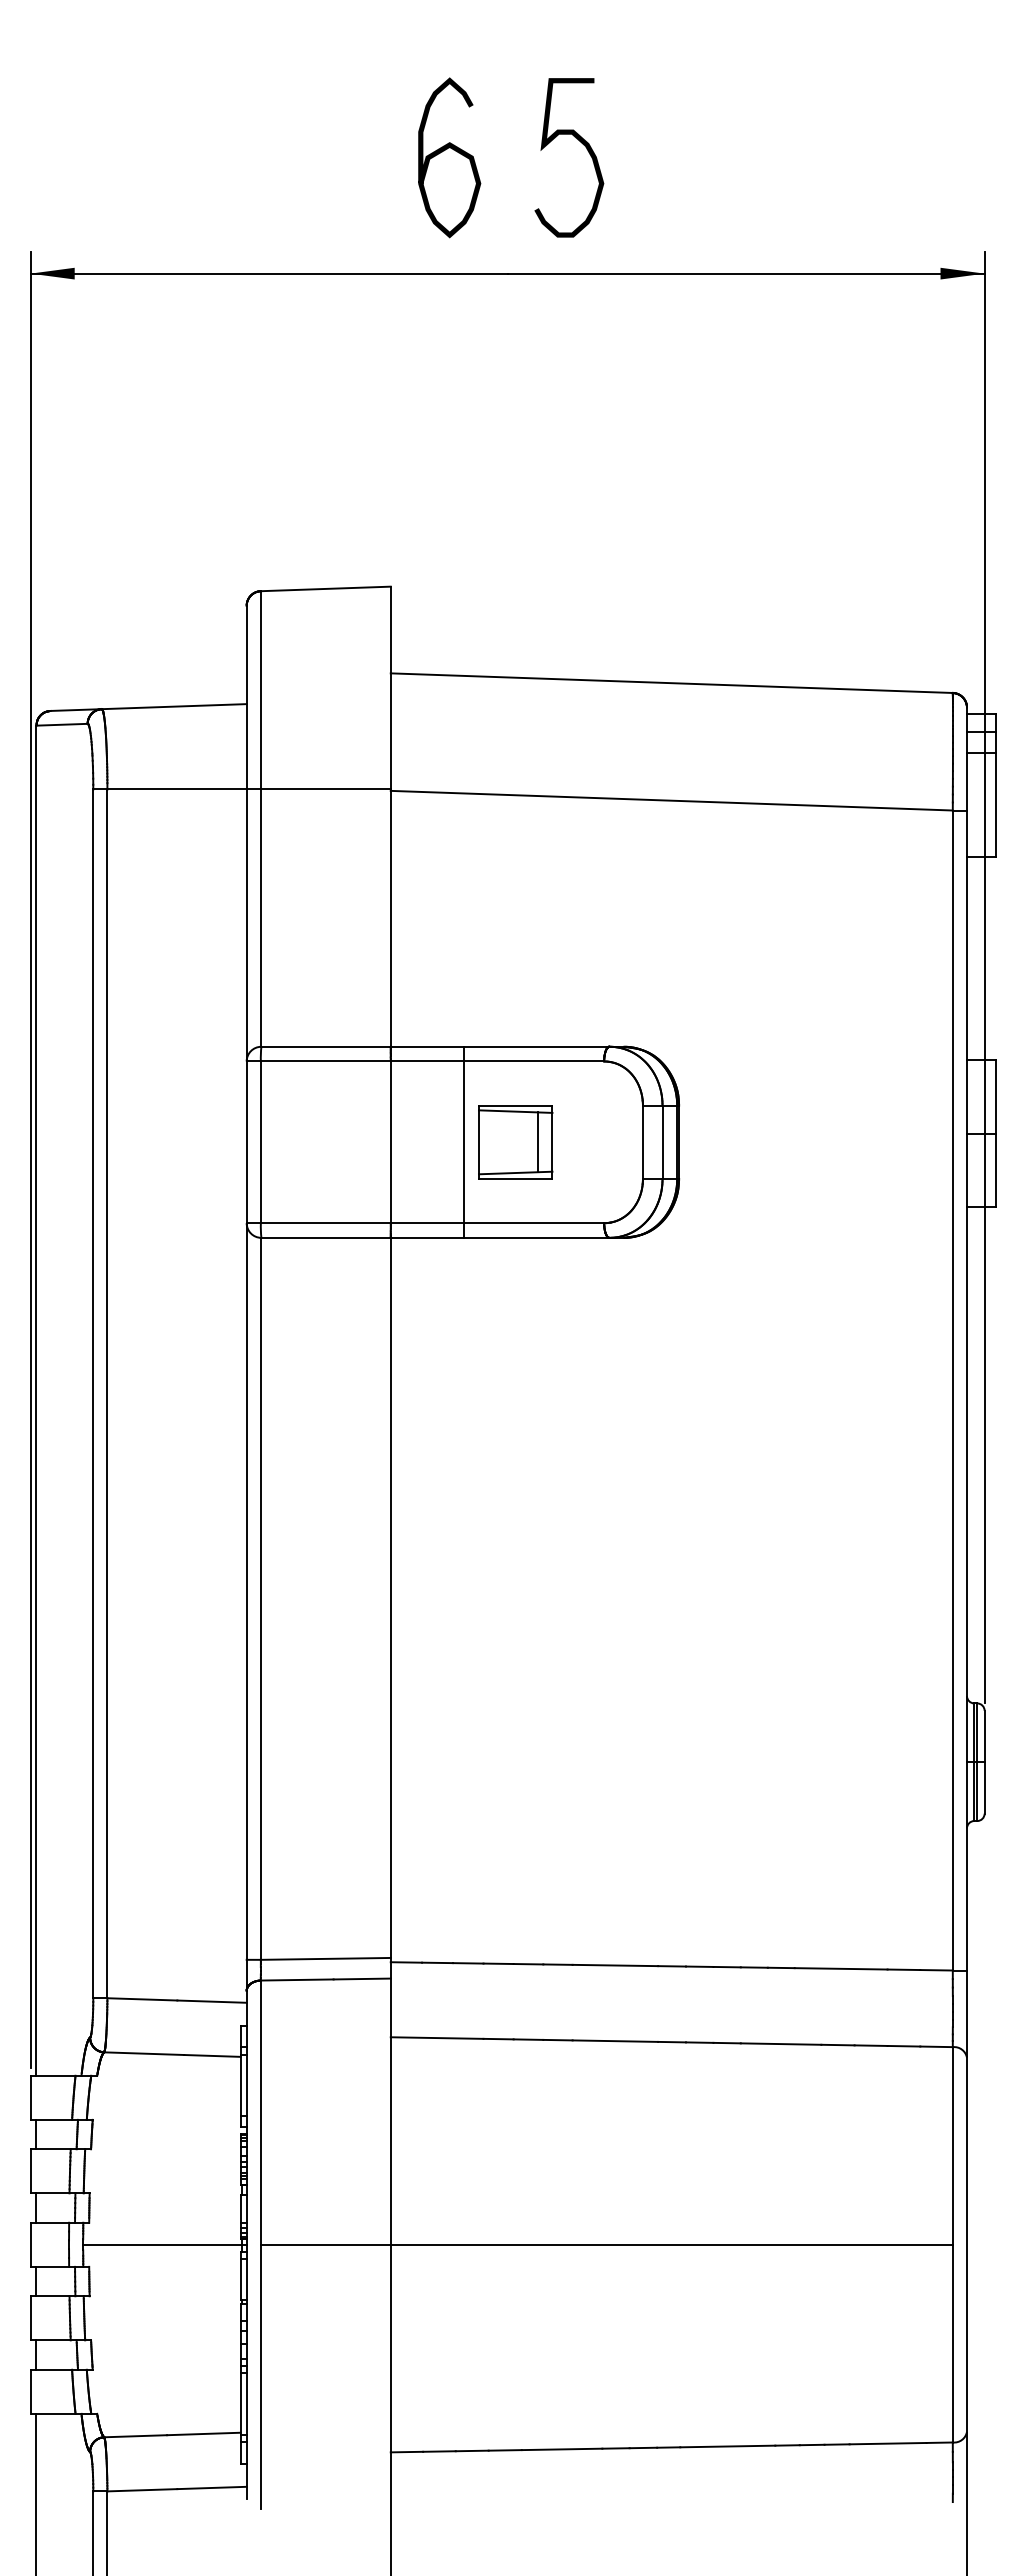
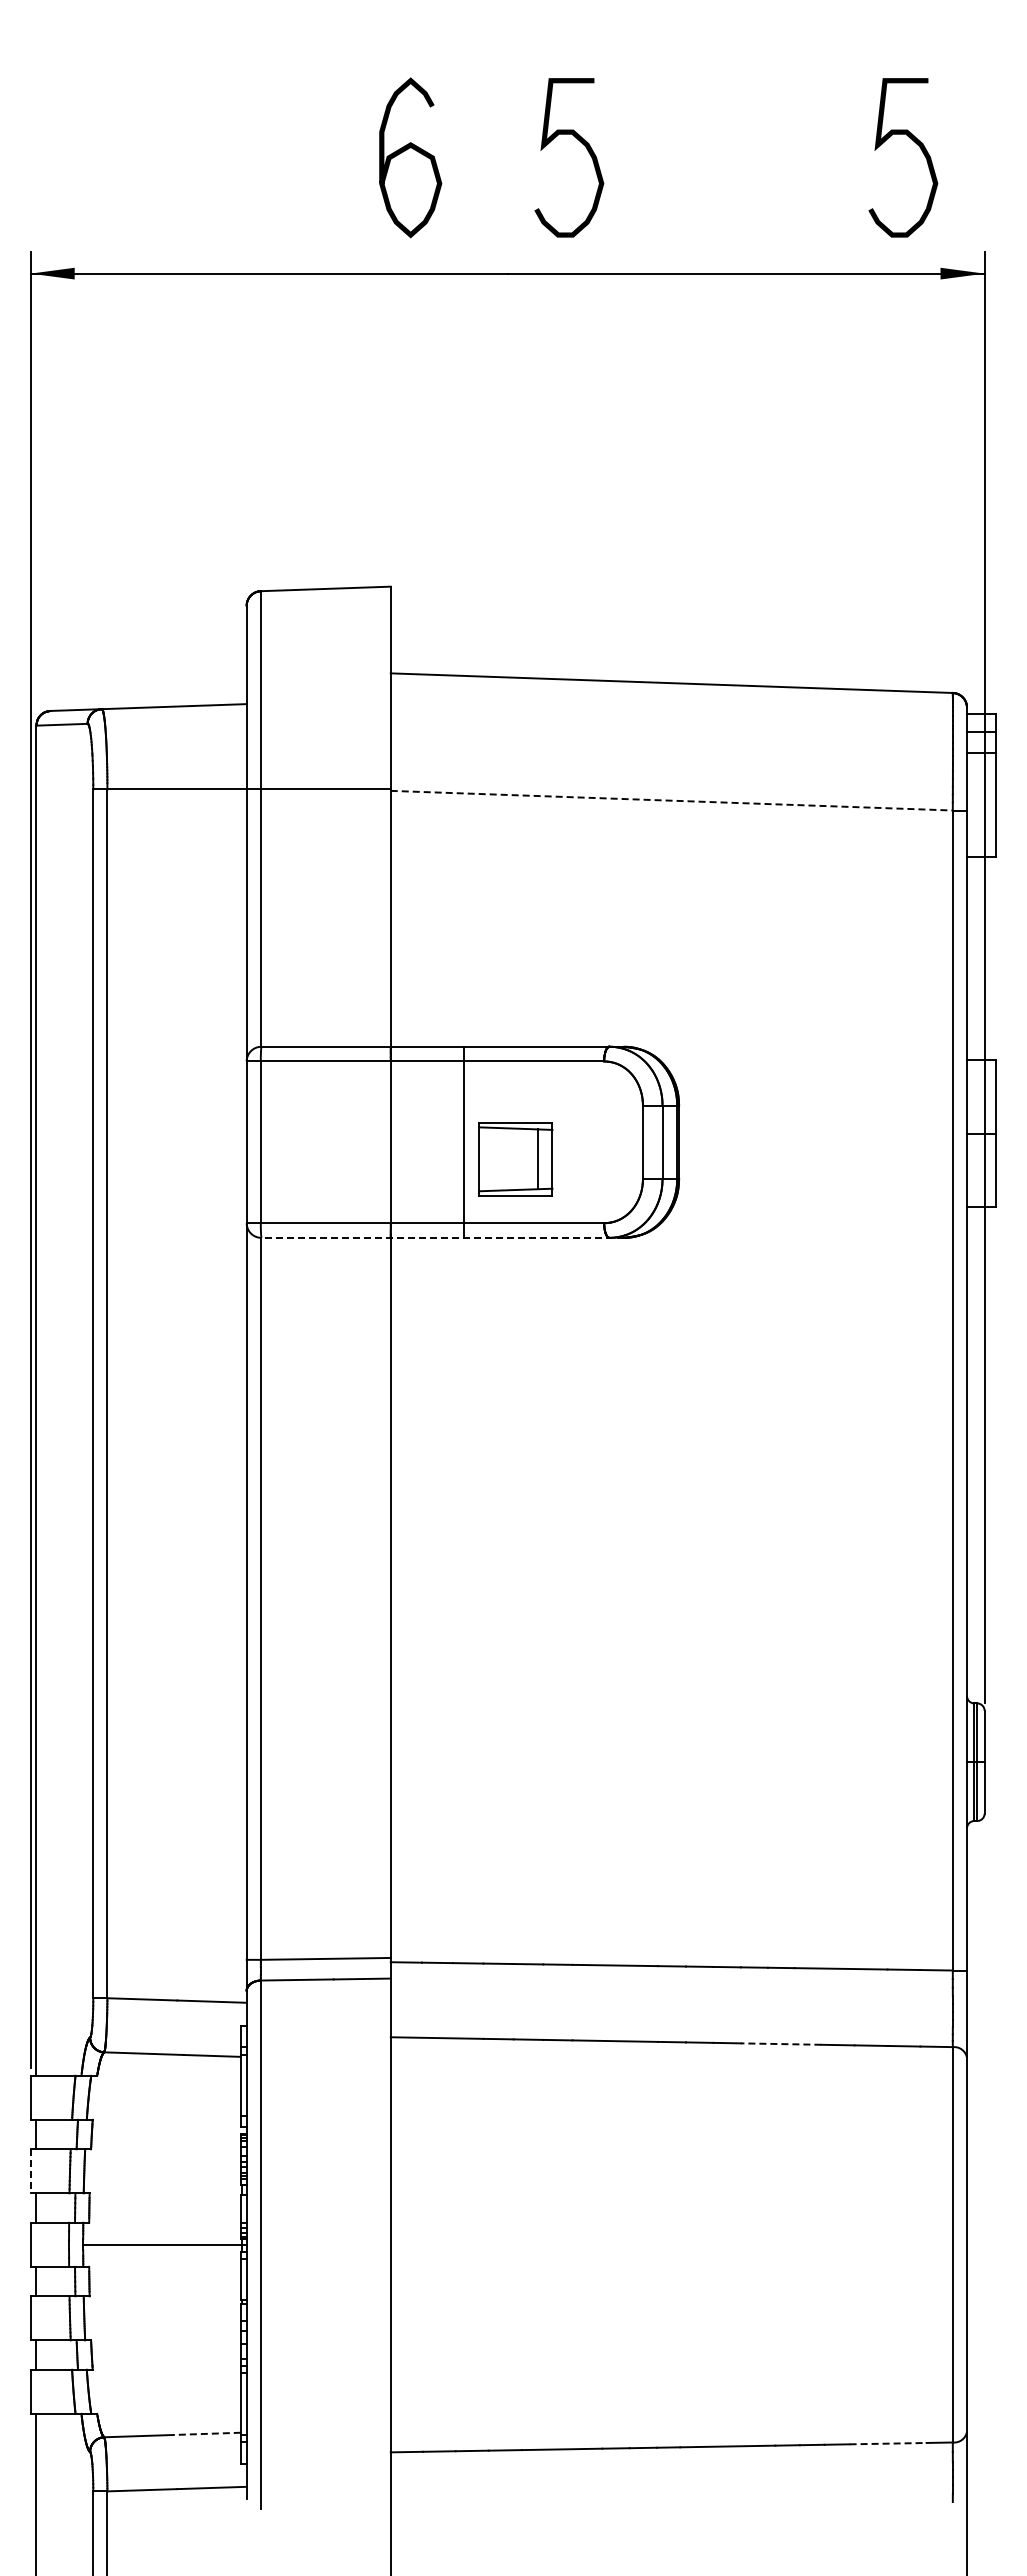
curve at (916, 144): none -> present
curve at (444, 151) position: (444, 151) -> (405, 151)
line at (672, 800): solid -> dashed
part at (515, 1142) position: (515, 1142) -> (515, 1159)
line at (442, 1237): solid -> dashed
line at (780, 2044): solid -> dashed
line at (30, 2171): solid -> dashed
line at (606, 2244): present -> none
line at (203, 2433): solid -> dashed
line at (888, 2443): solid -> dashed
